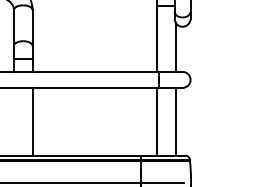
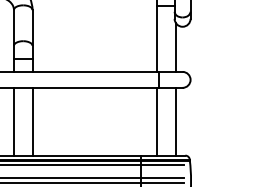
line at (13, 121): none -> present
line at (92, 164): none -> present
line at (92, 178): none -> present
